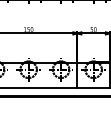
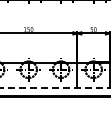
line at (55, 87): solid -> dashed
